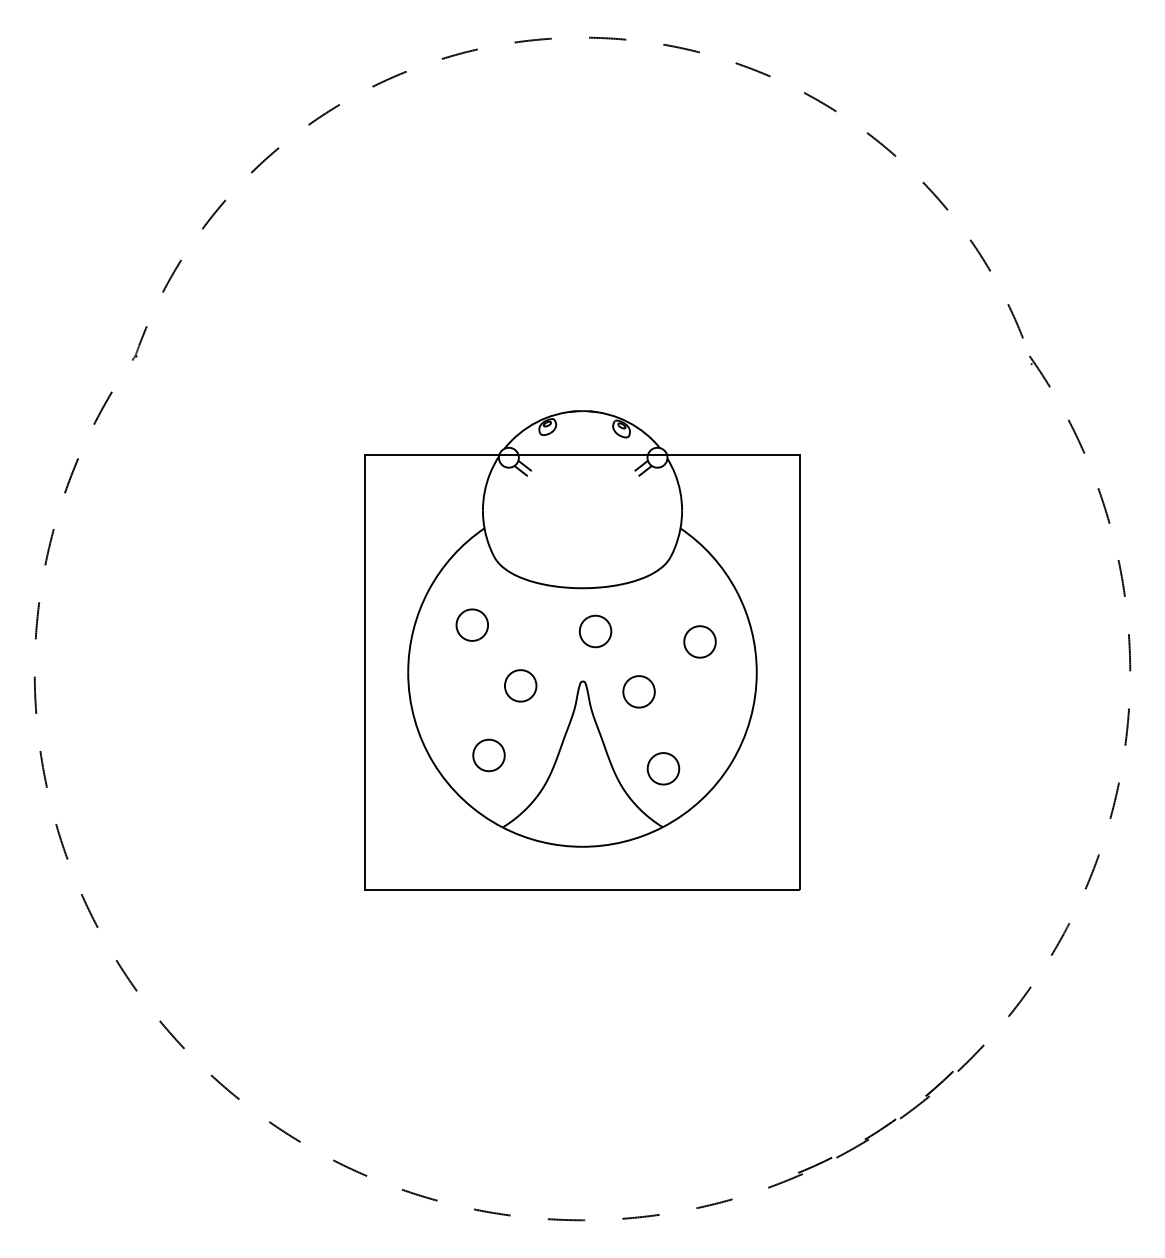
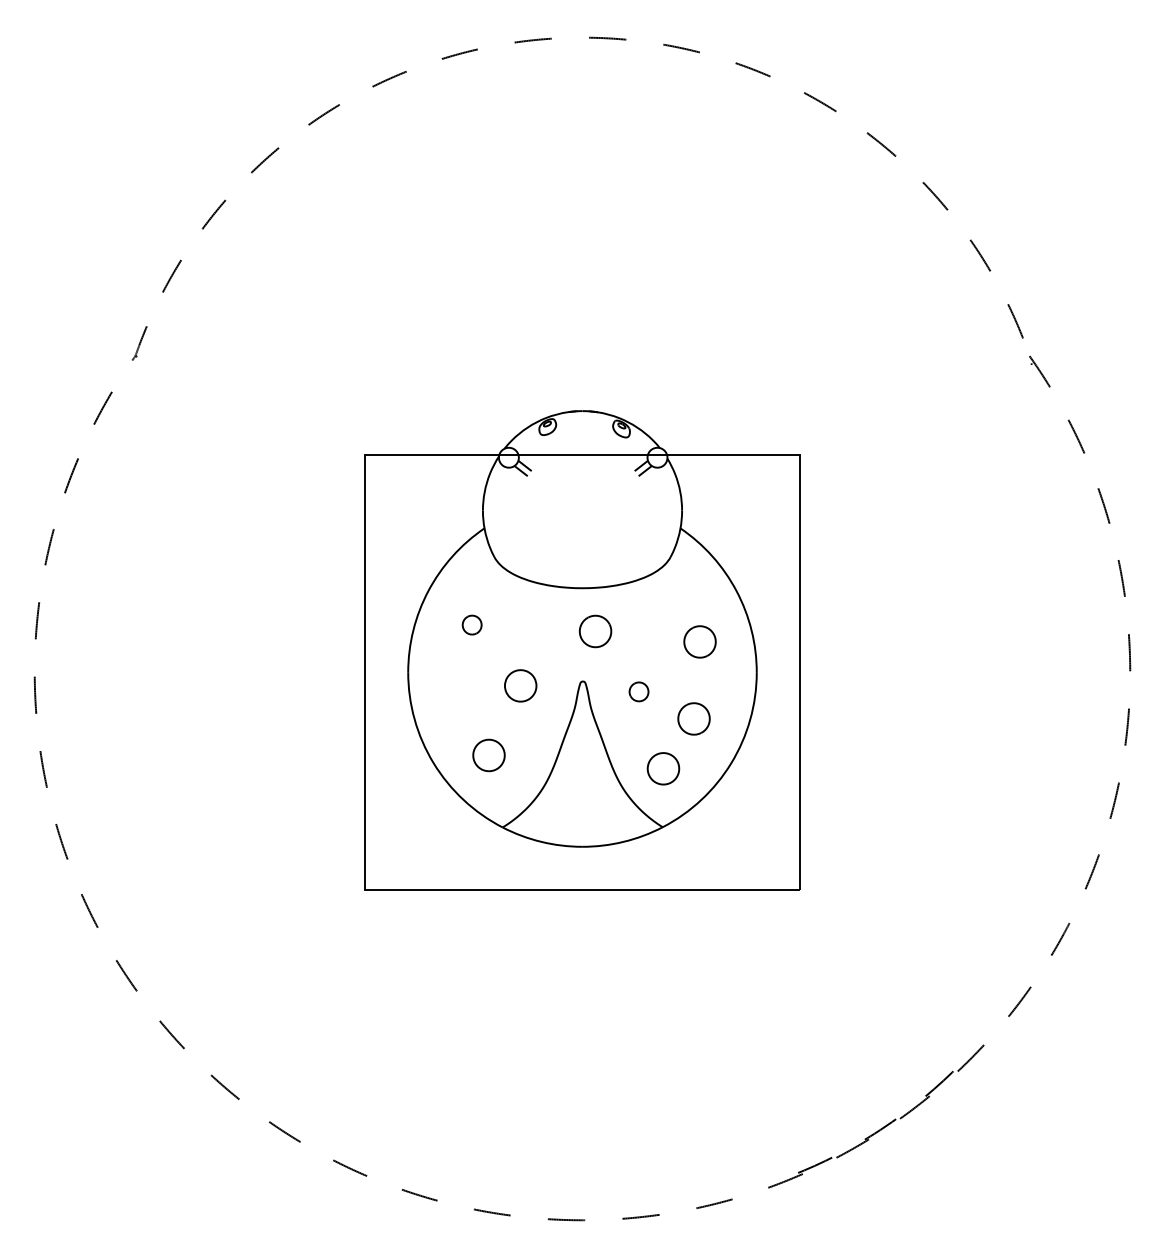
part at (471, 624) size: 34x34 px -> 22x22 px
part at (638, 691) size: 34x34 px -> 22x22 px
part at (693, 718): none -> present
